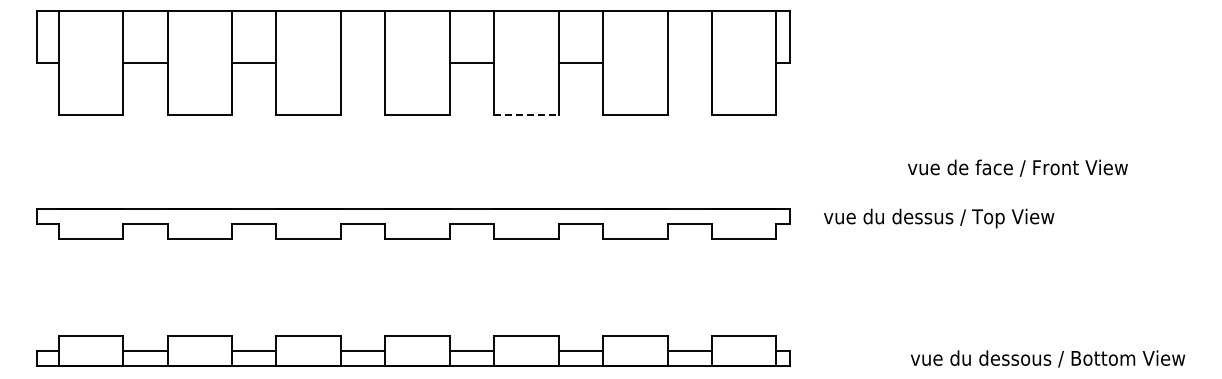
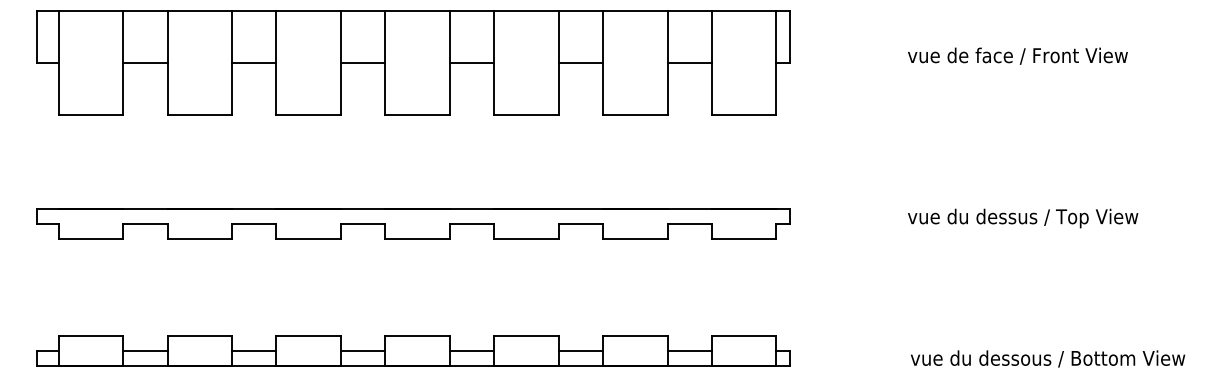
line at (363, 63): none -> present
line at (689, 63): none -> present
line at (526, 114): dashed -> solid
text at (1017, 167) position: (1017, 167) -> (1017, 55)
text at (939, 218) position: (939, 218) -> (1023, 218)
